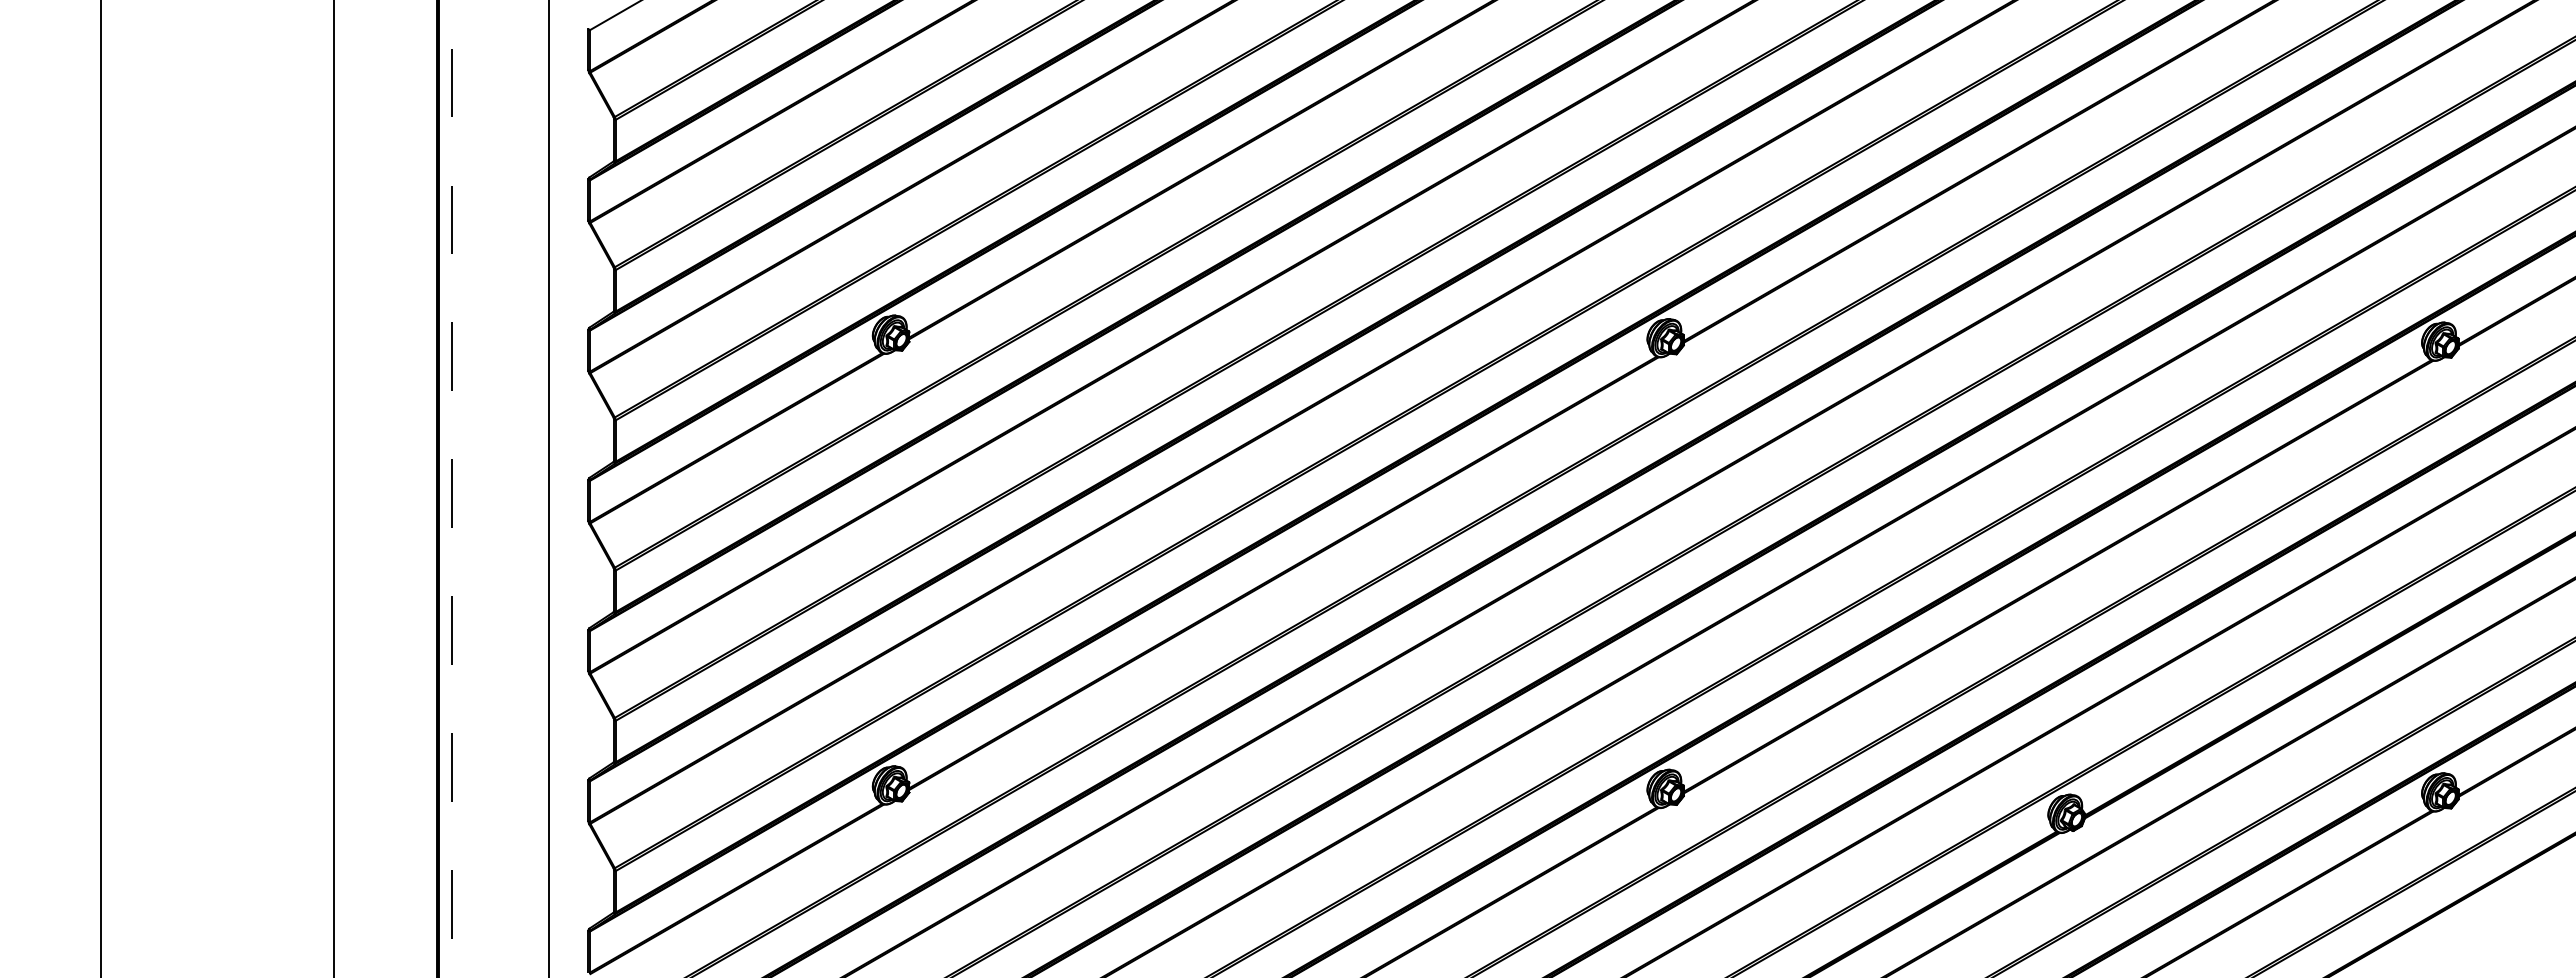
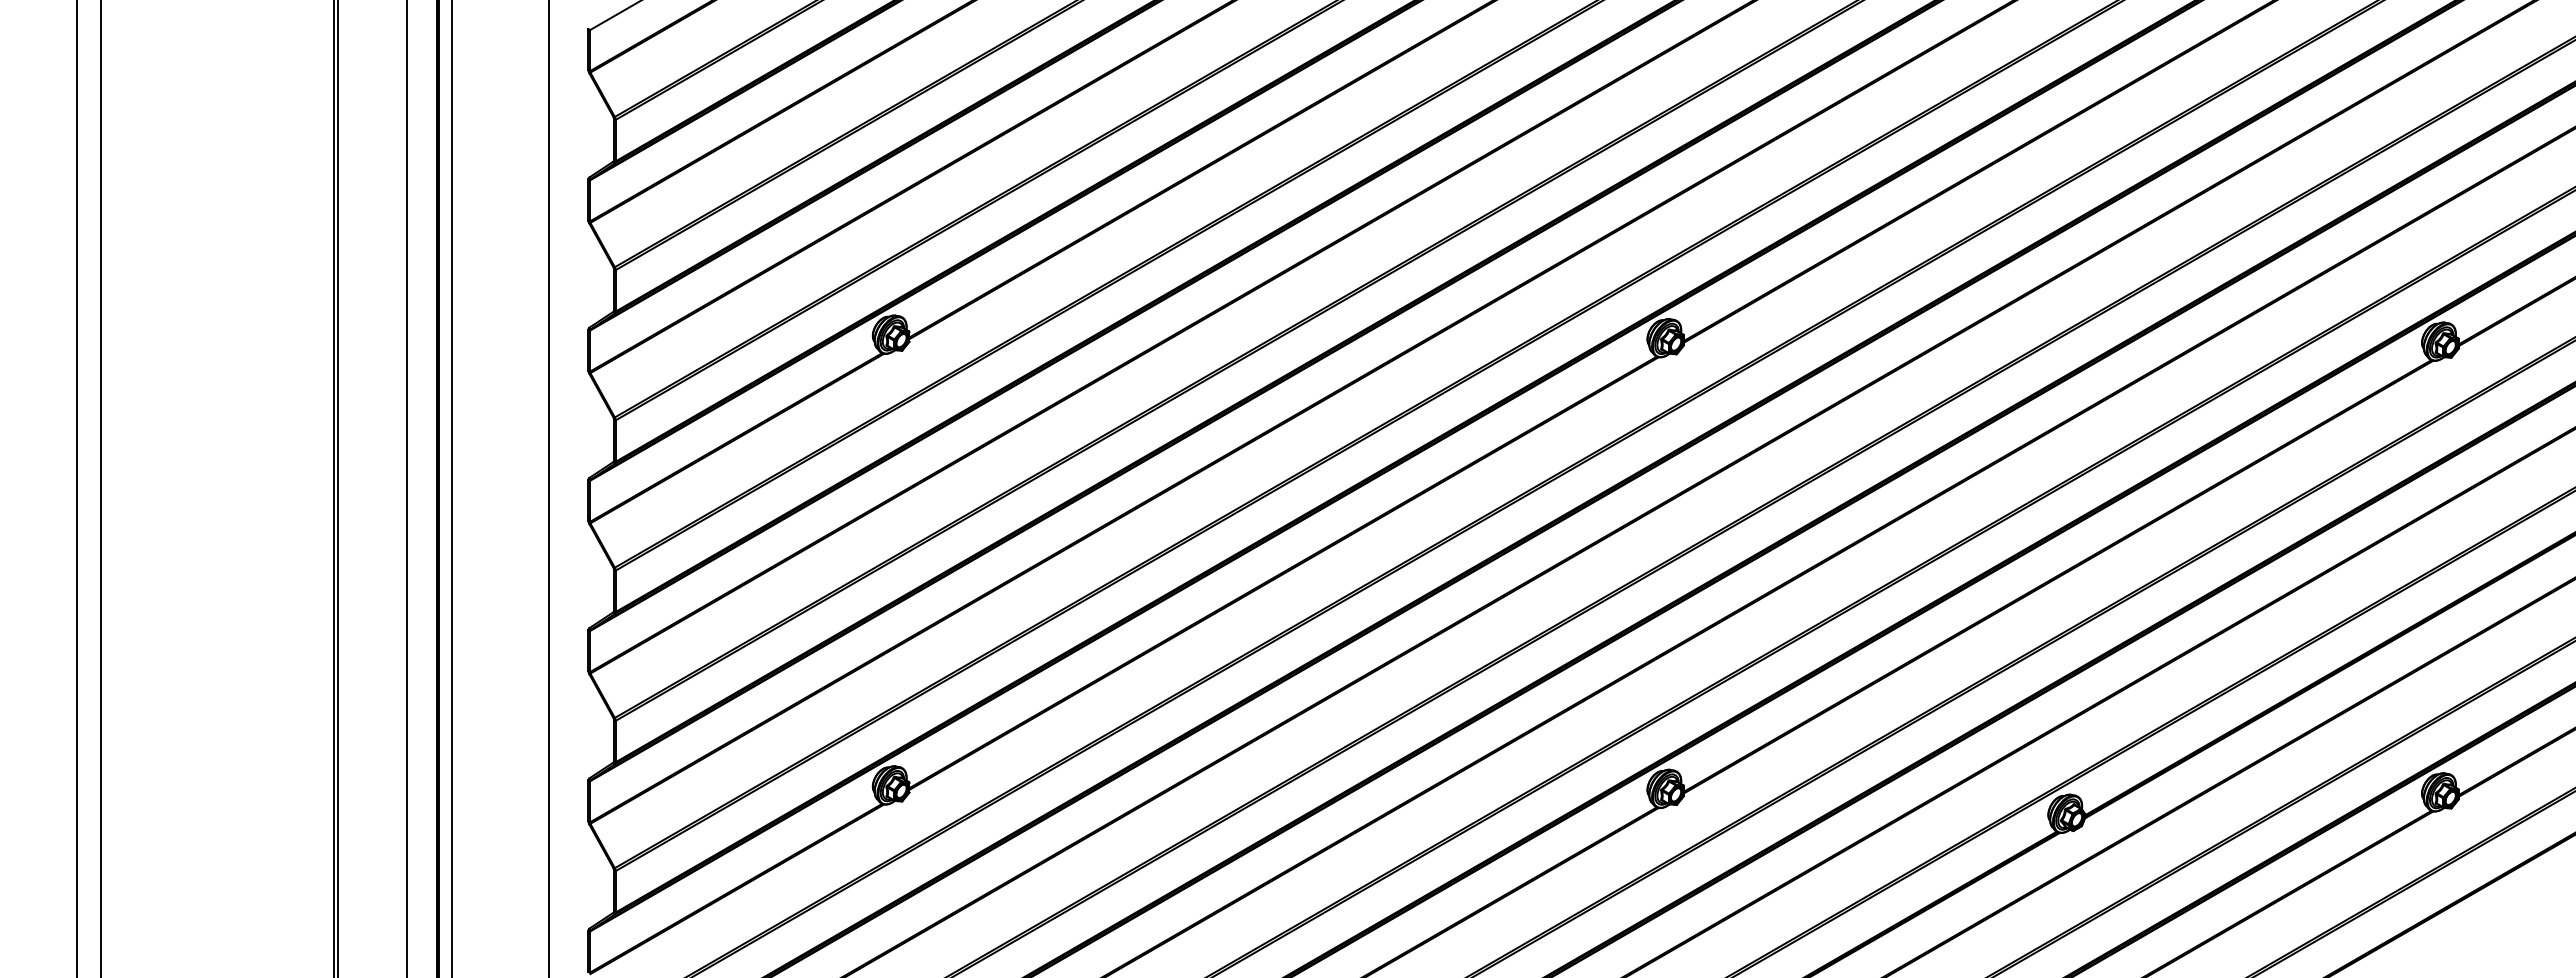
line at (77, 488): none -> present
line at (338, 488): none -> present
line at (406, 488): none -> present
line at (451, 488): dashed -> solid
